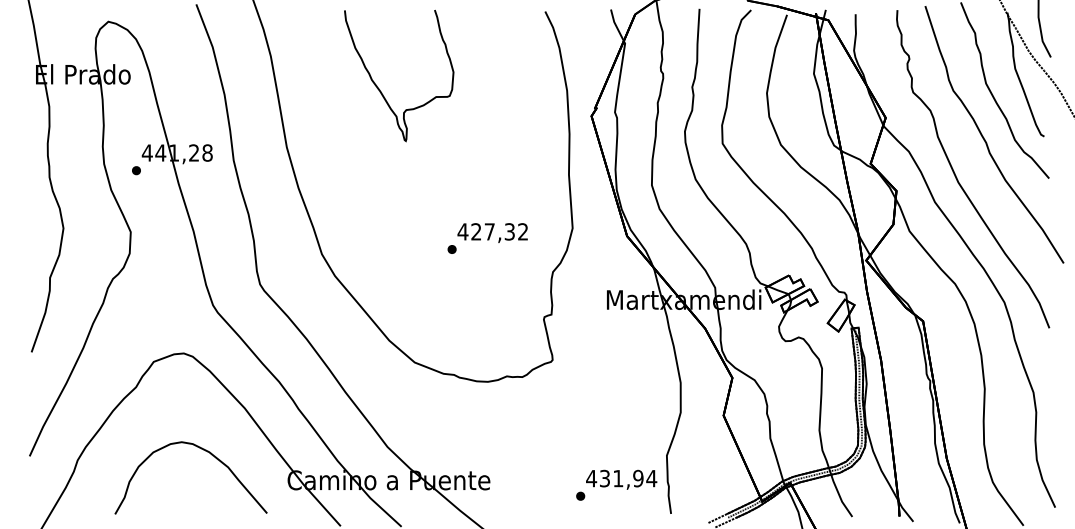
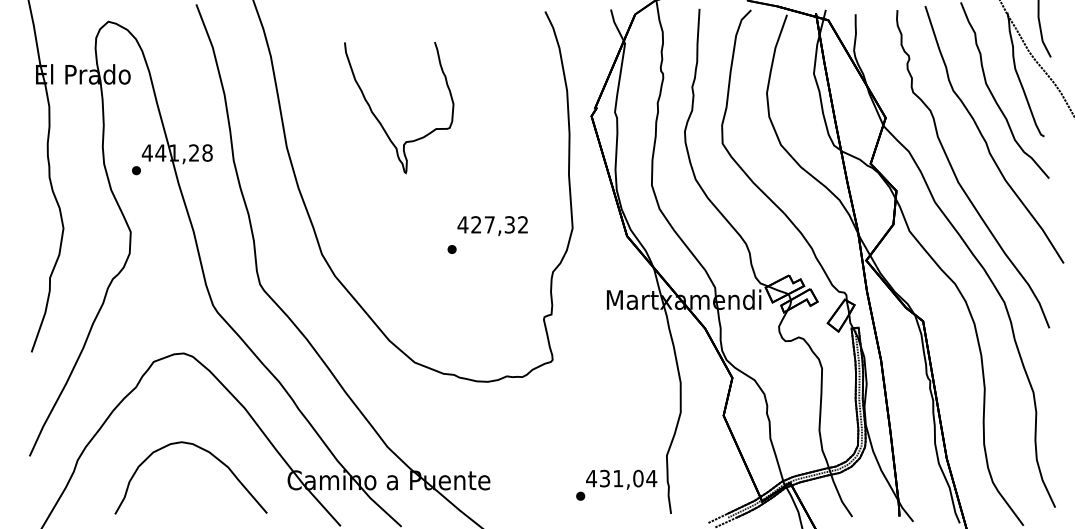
part at (380, 89) position: (380, 89) -> (380, 121)
text at (492, 232) position: (492, 232) -> (492, 225)
text at (638, 478): 431,94 -> 431,04
